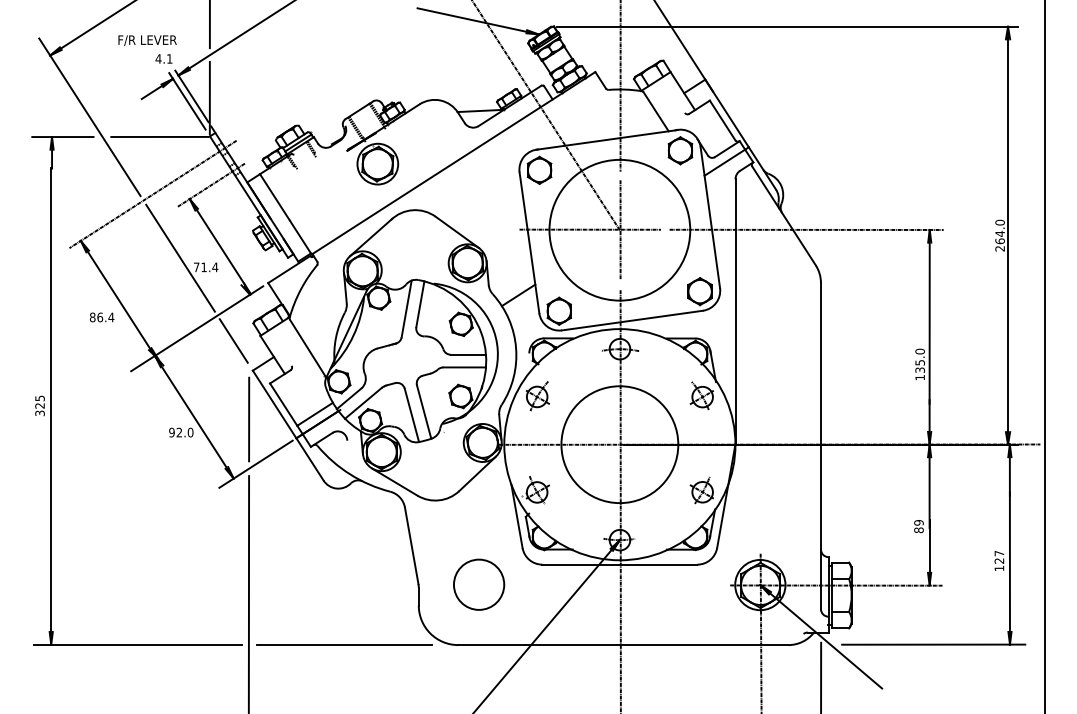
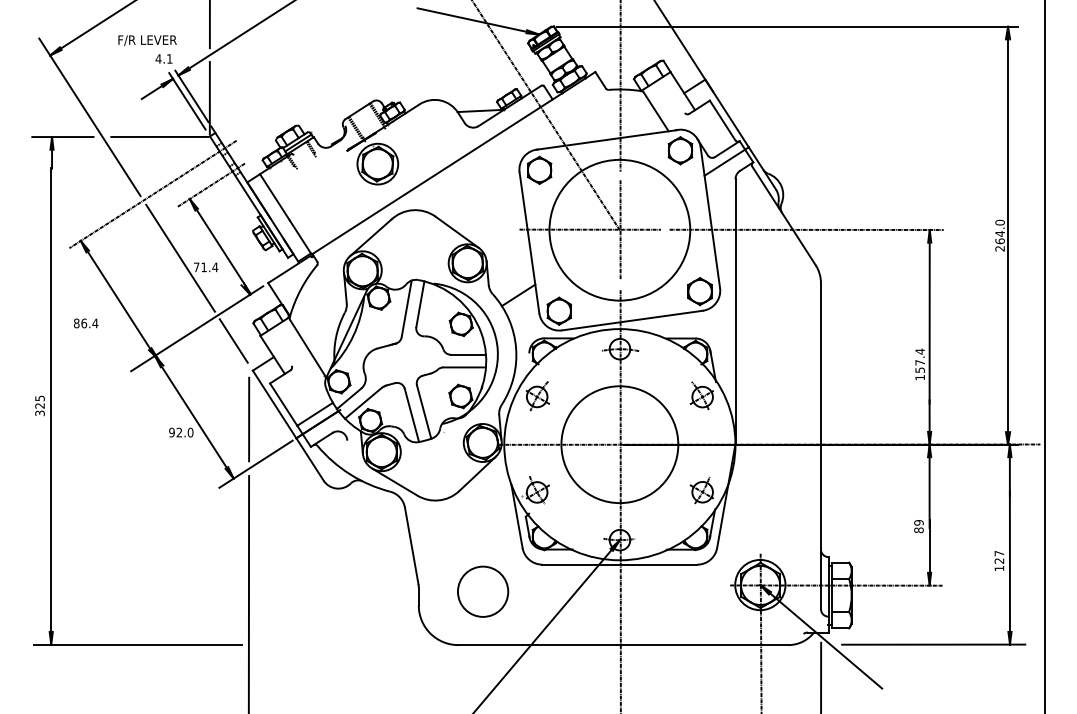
text at (101, 317) position: (101, 317) -> (85, 323)
text at (919, 360): 135.0 -> 157.4
circle at (479, 584) position: (479, 584) -> (483, 591)
line at (343, 644): present -> none
